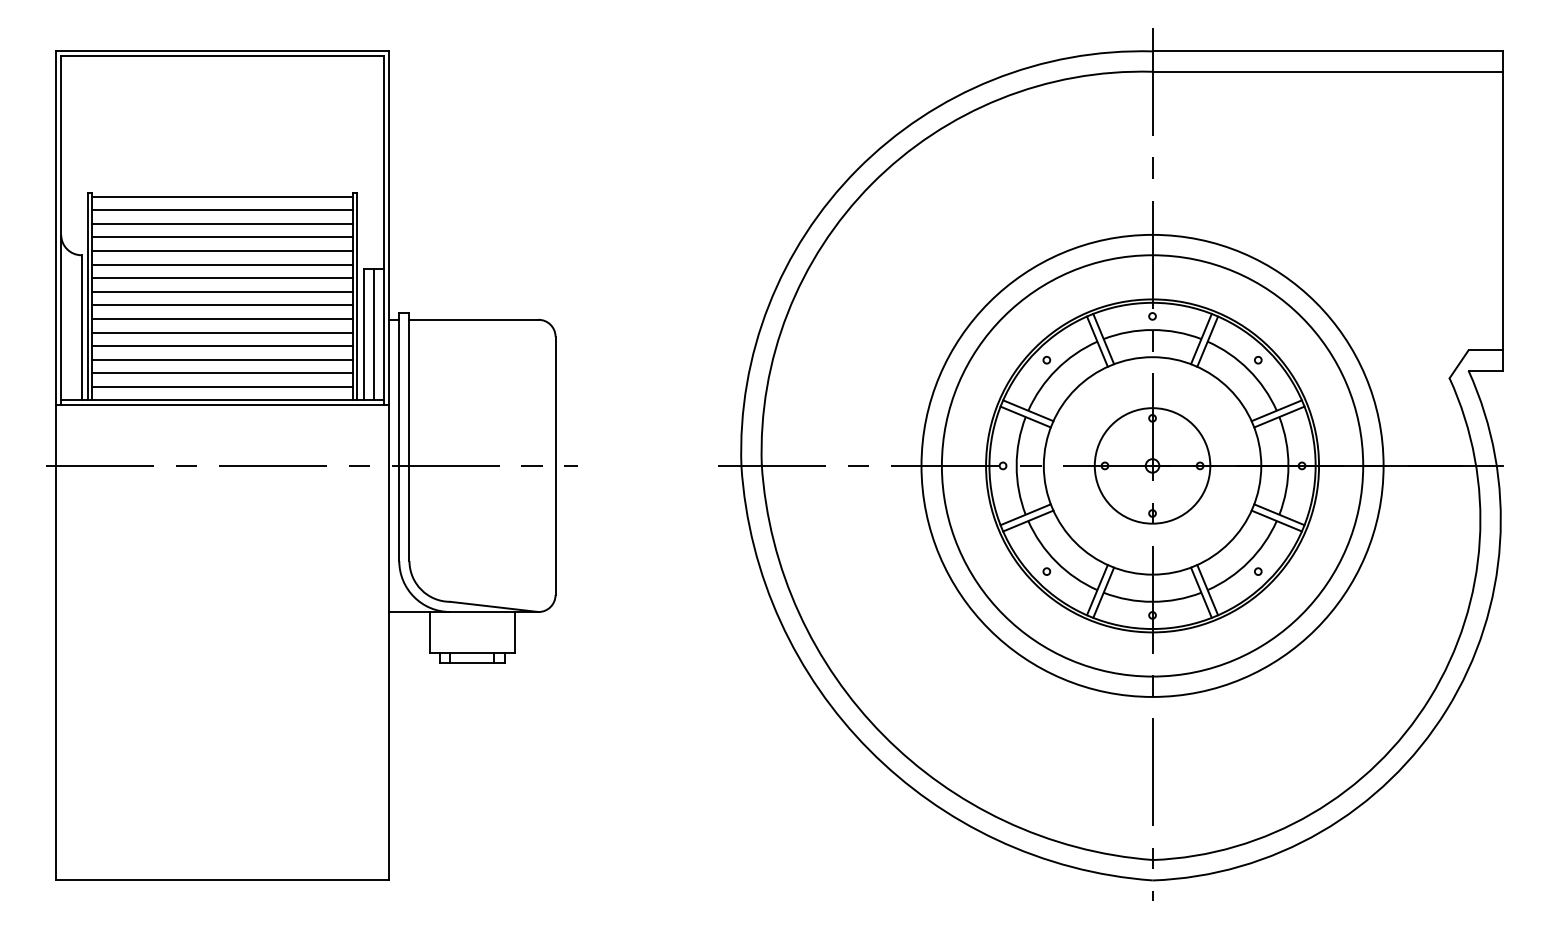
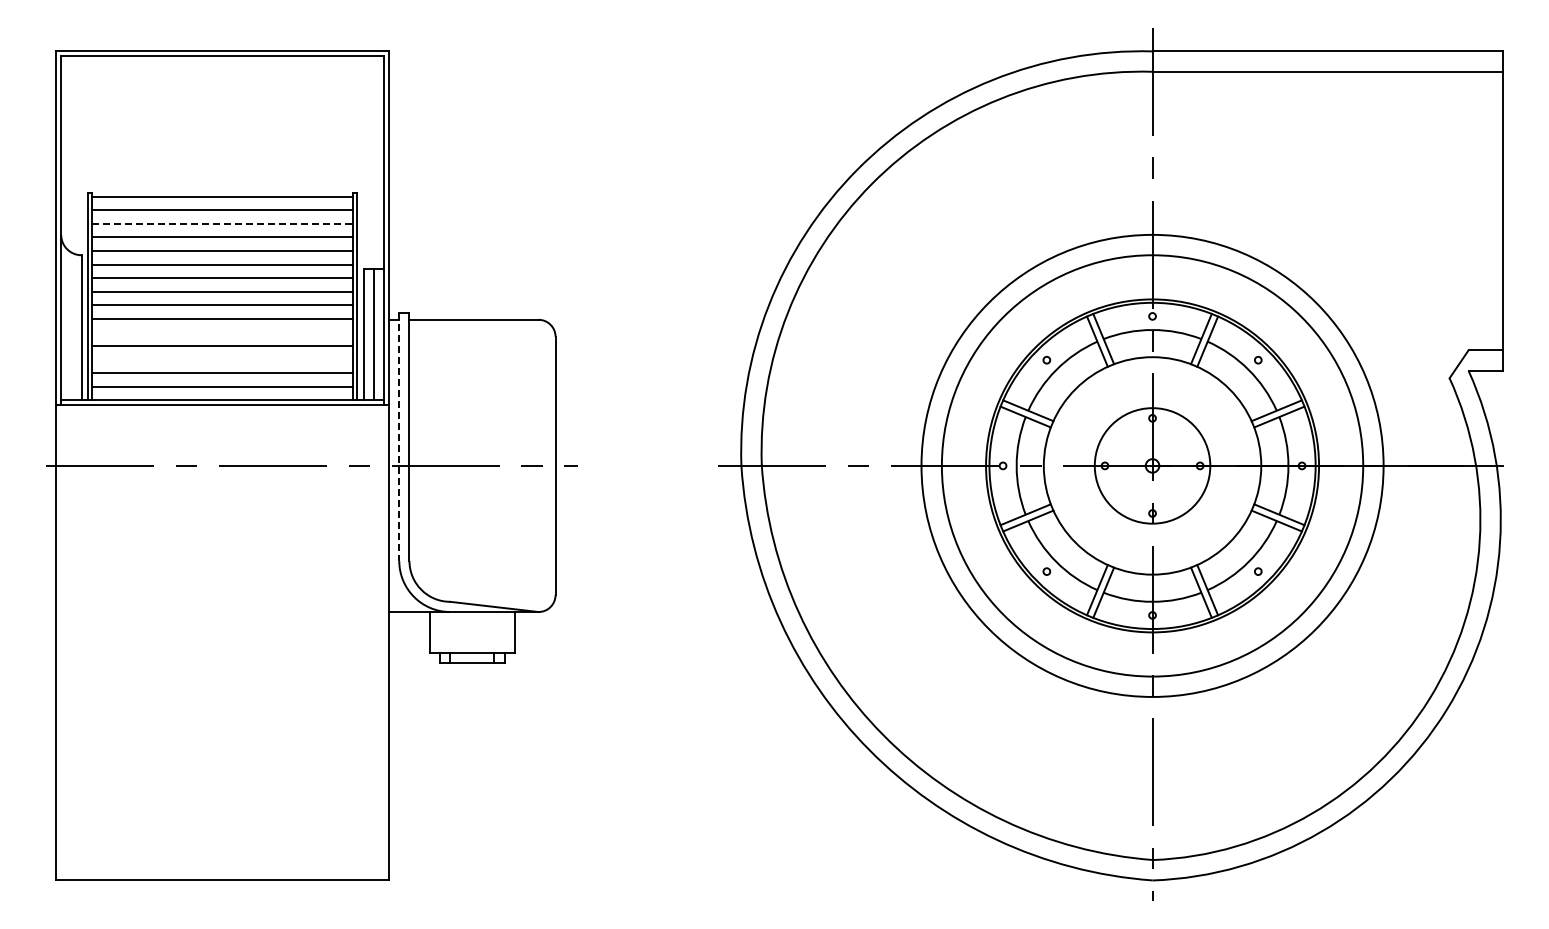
line at (222, 223): solid -> dashed
line at (222, 332): present -> none
line at (222, 359): present -> none
line at (399, 437): solid -> dashed
